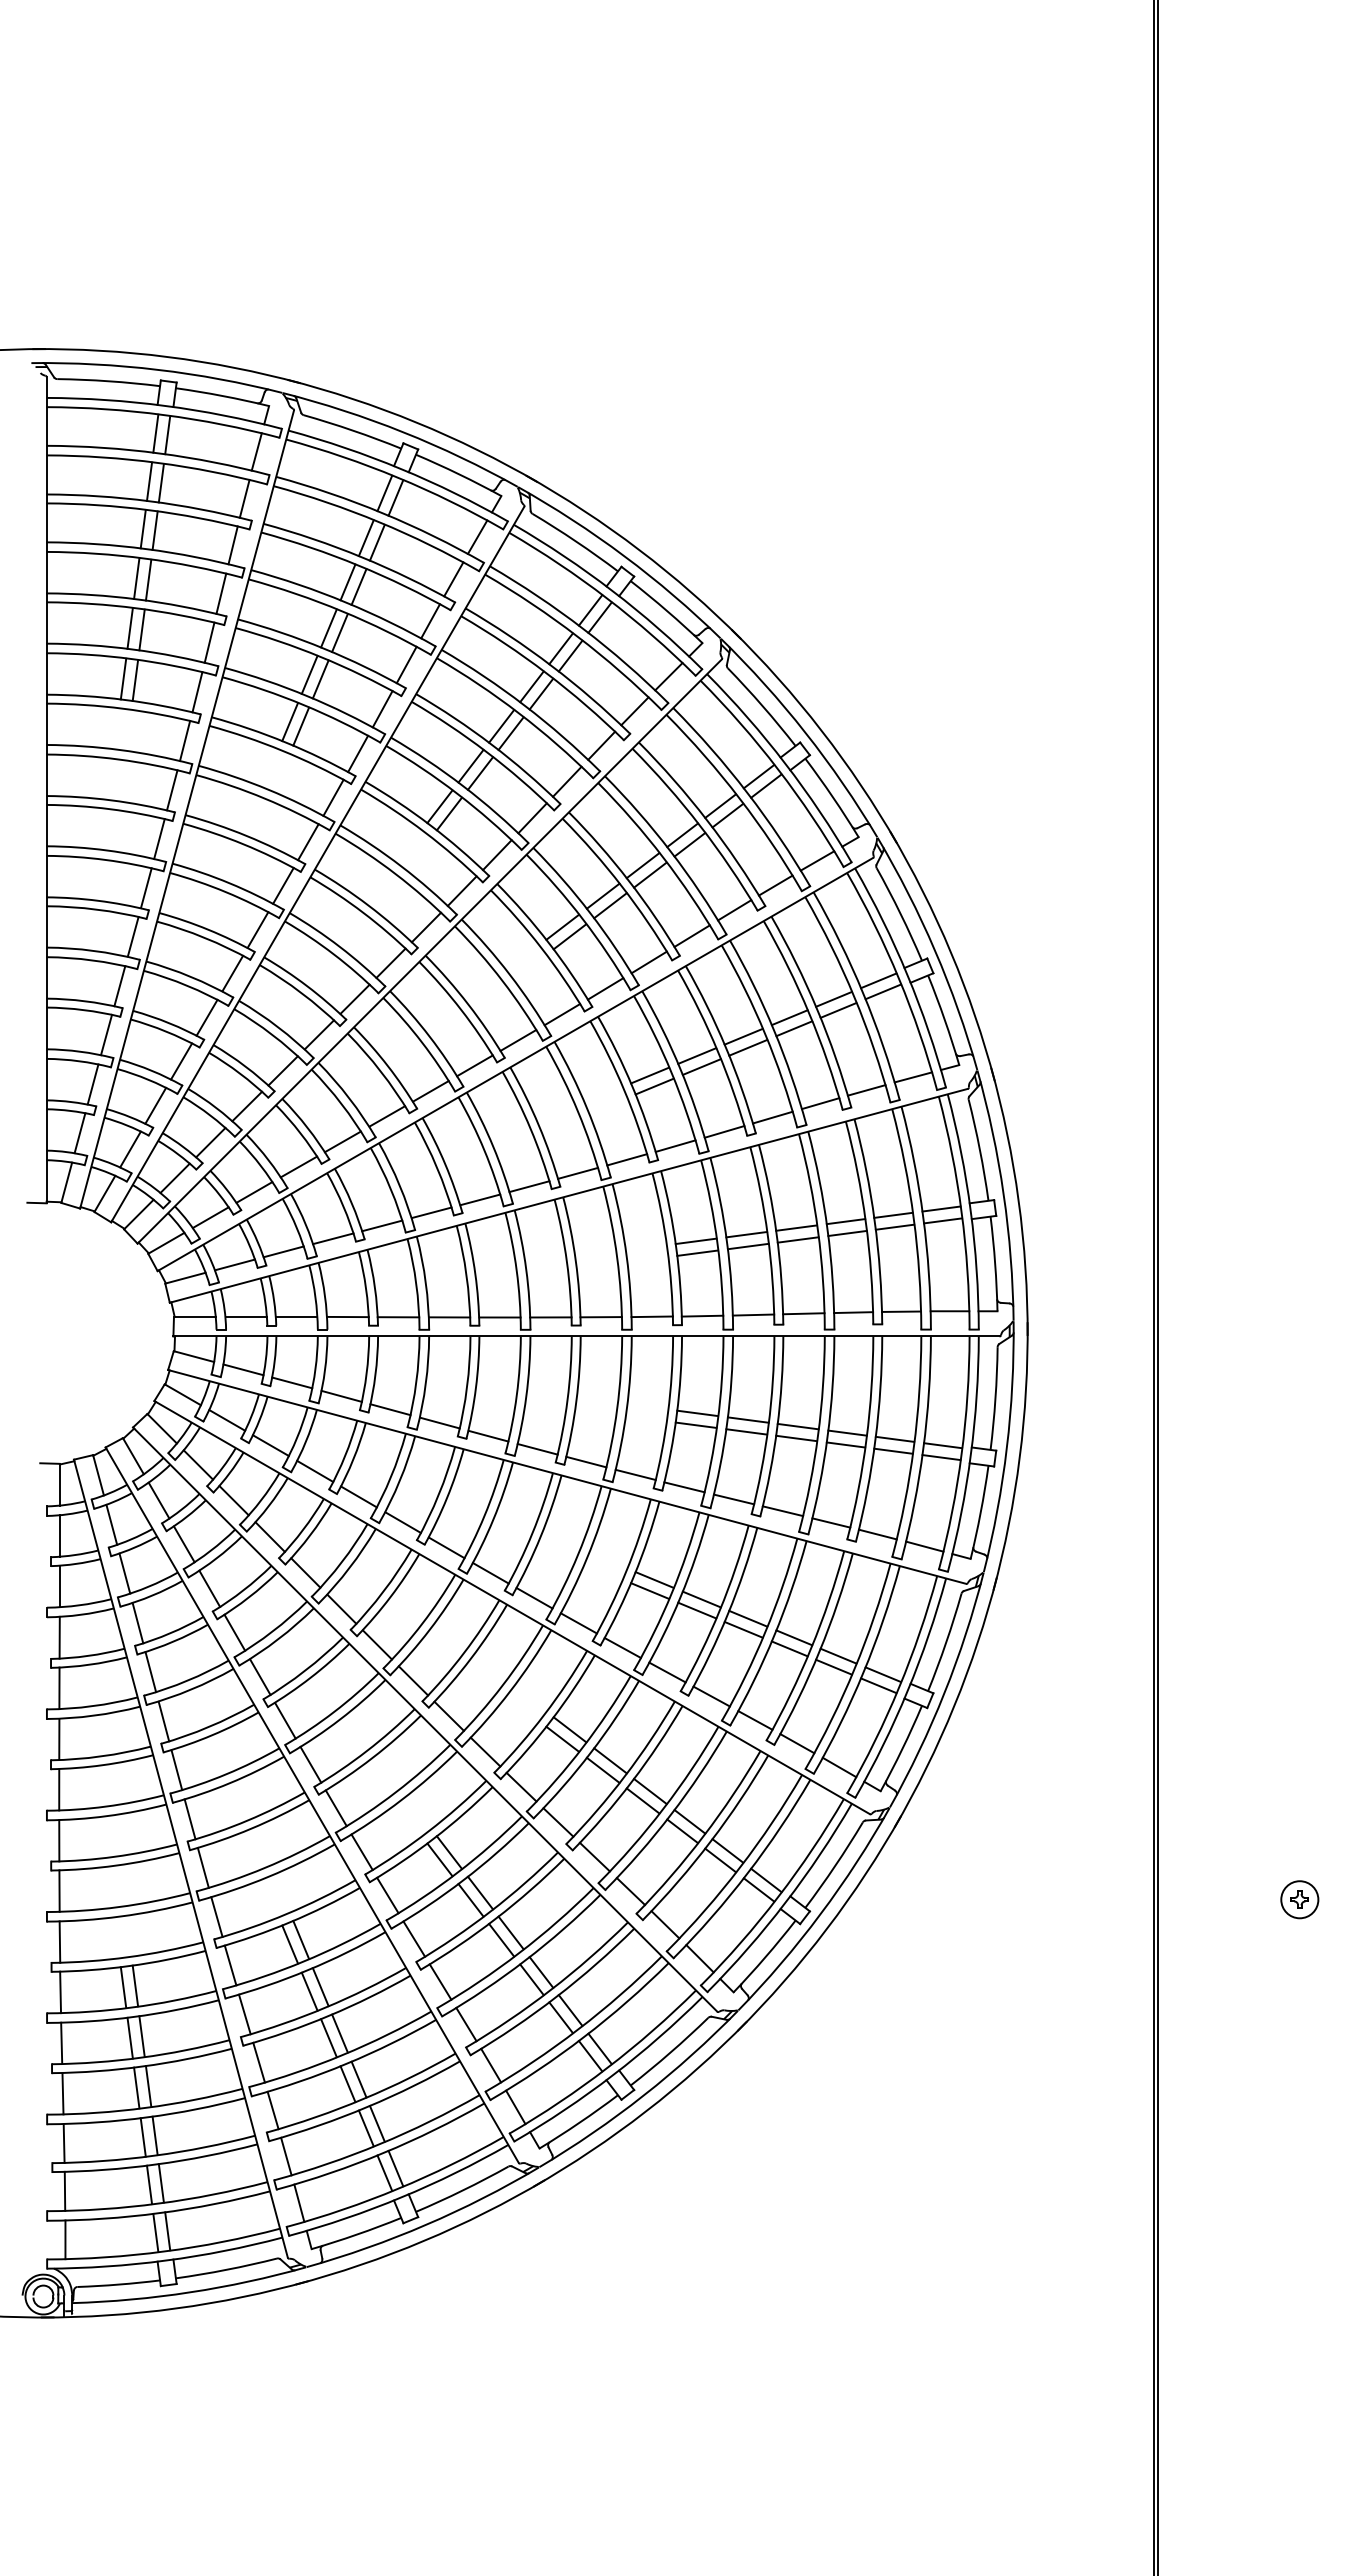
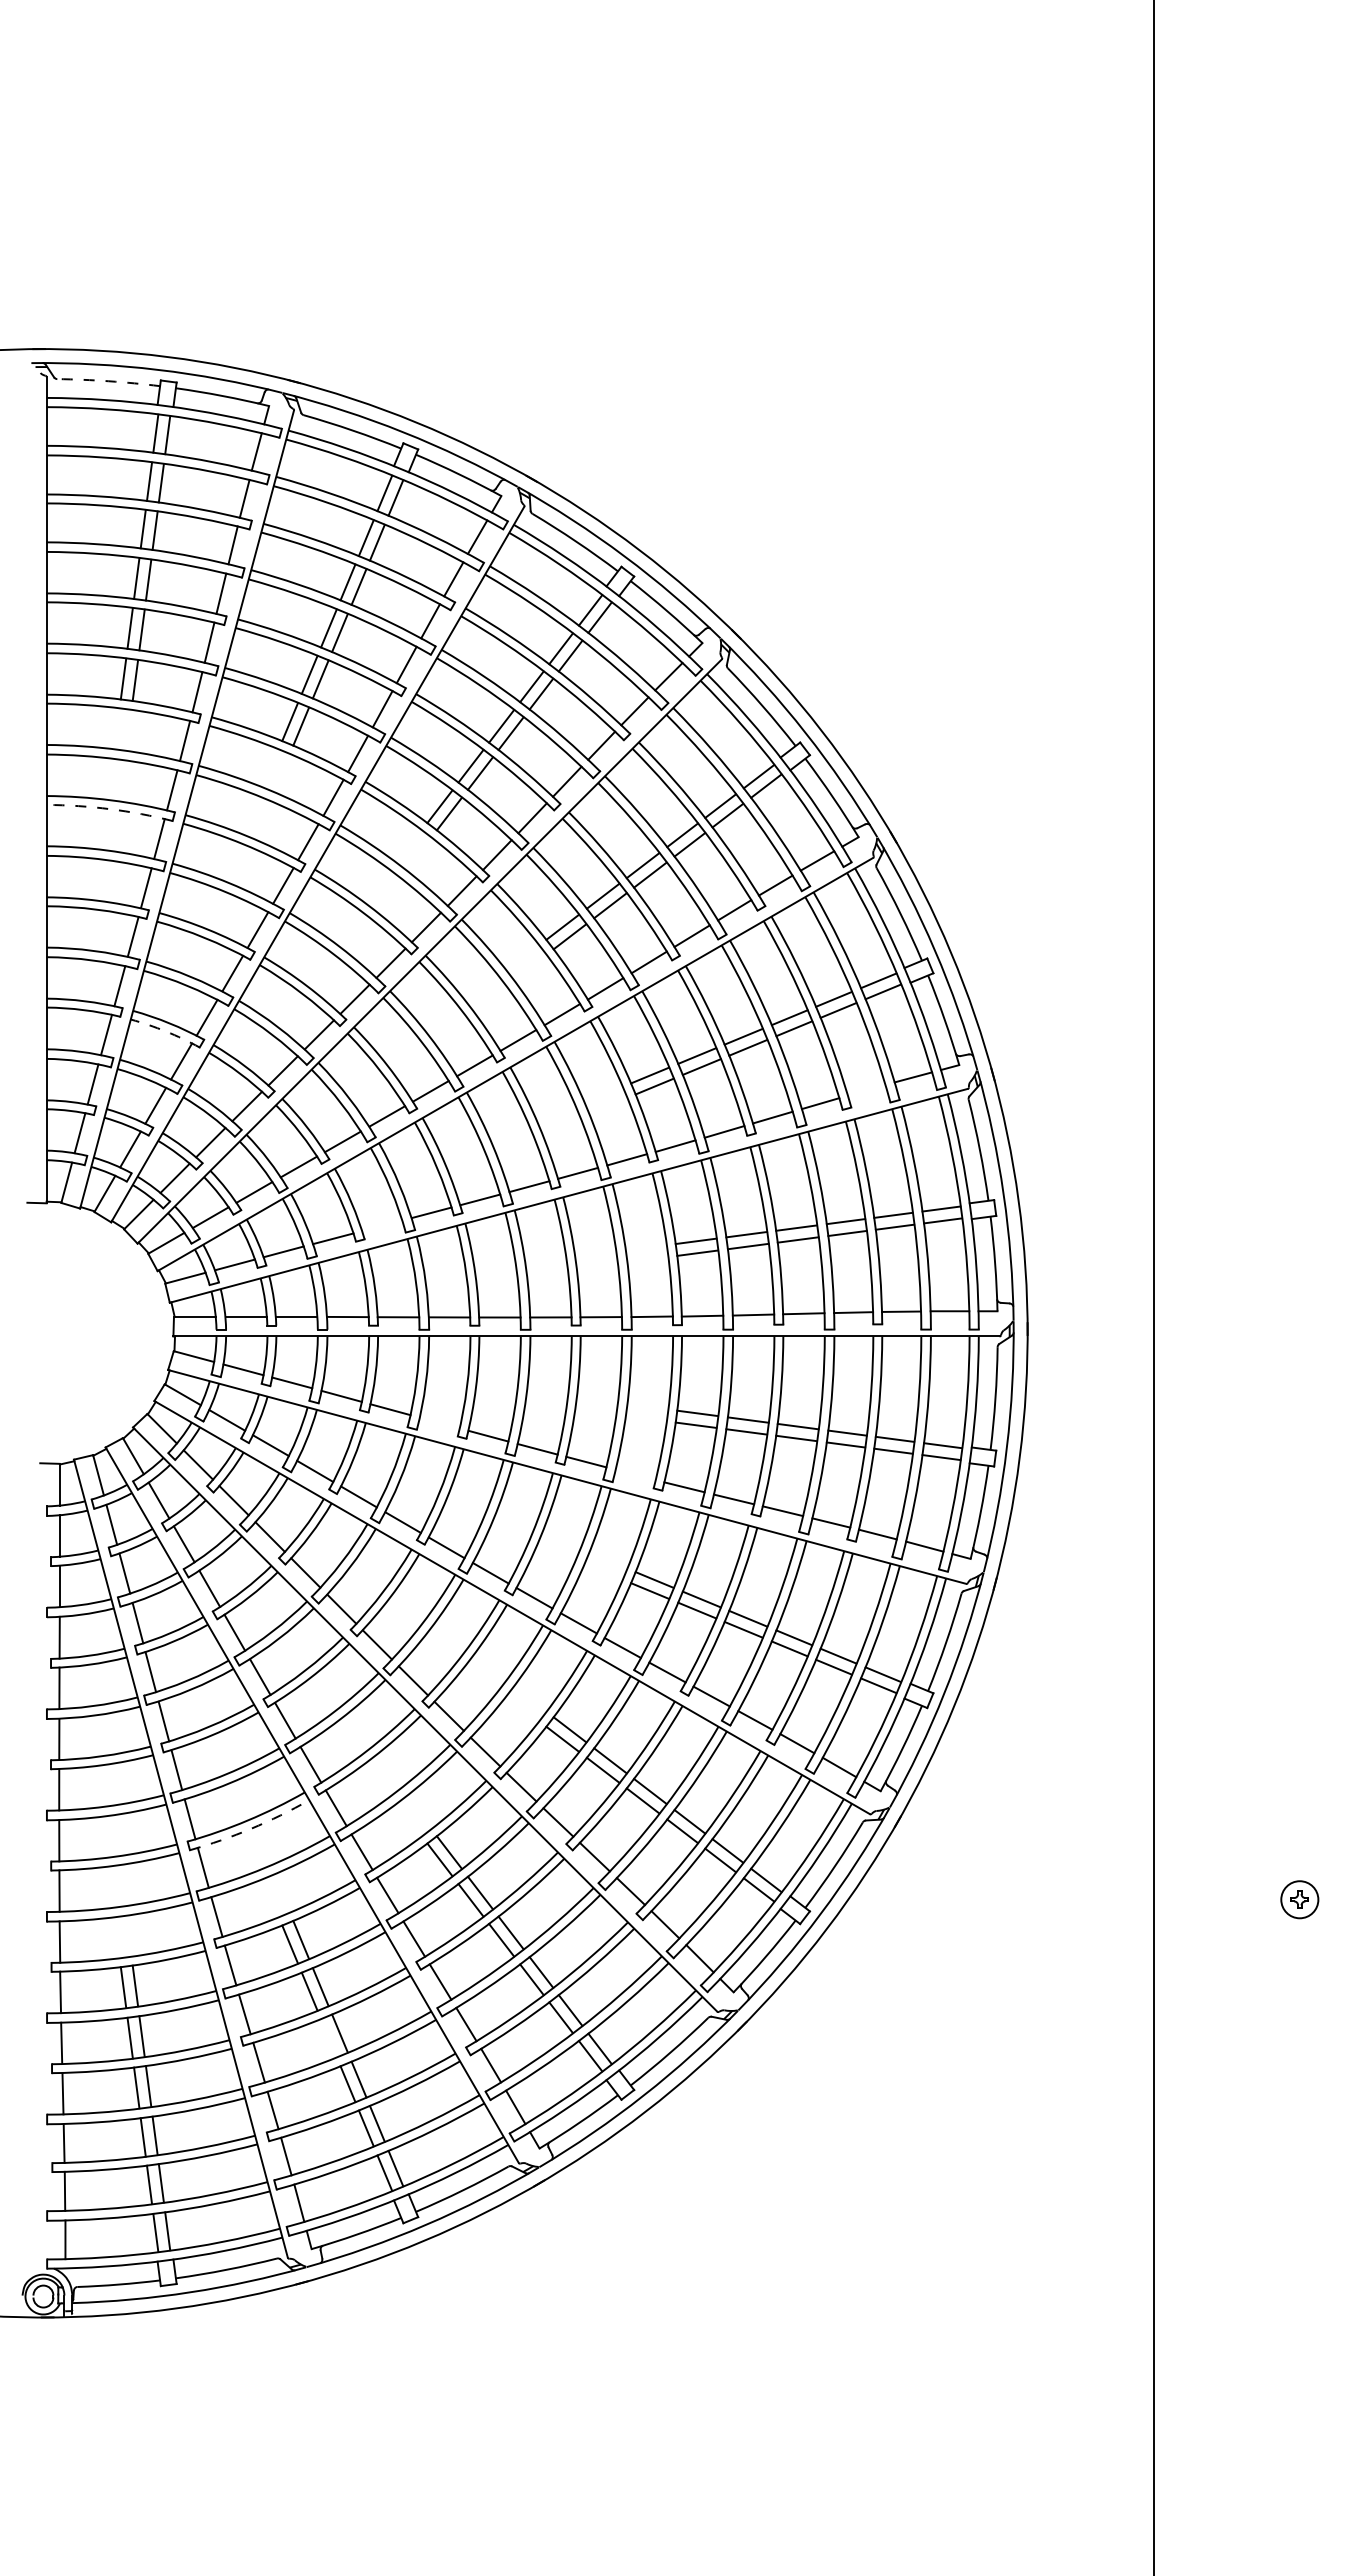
arc at (108, 381): solid -> dashed
arc at (110, 809): solid -> dashed
arc at (166, 1031): solid -> dashed
line at (866, 1090): present -> none
line at (382, 1225): present -> none
line at (1157, 1287): present -> none
line at (439, 1422): present -> none
line at (635, 1474): present -> none
arc at (251, 1828): solid -> dashed
line at (328, 2038): present -> none
